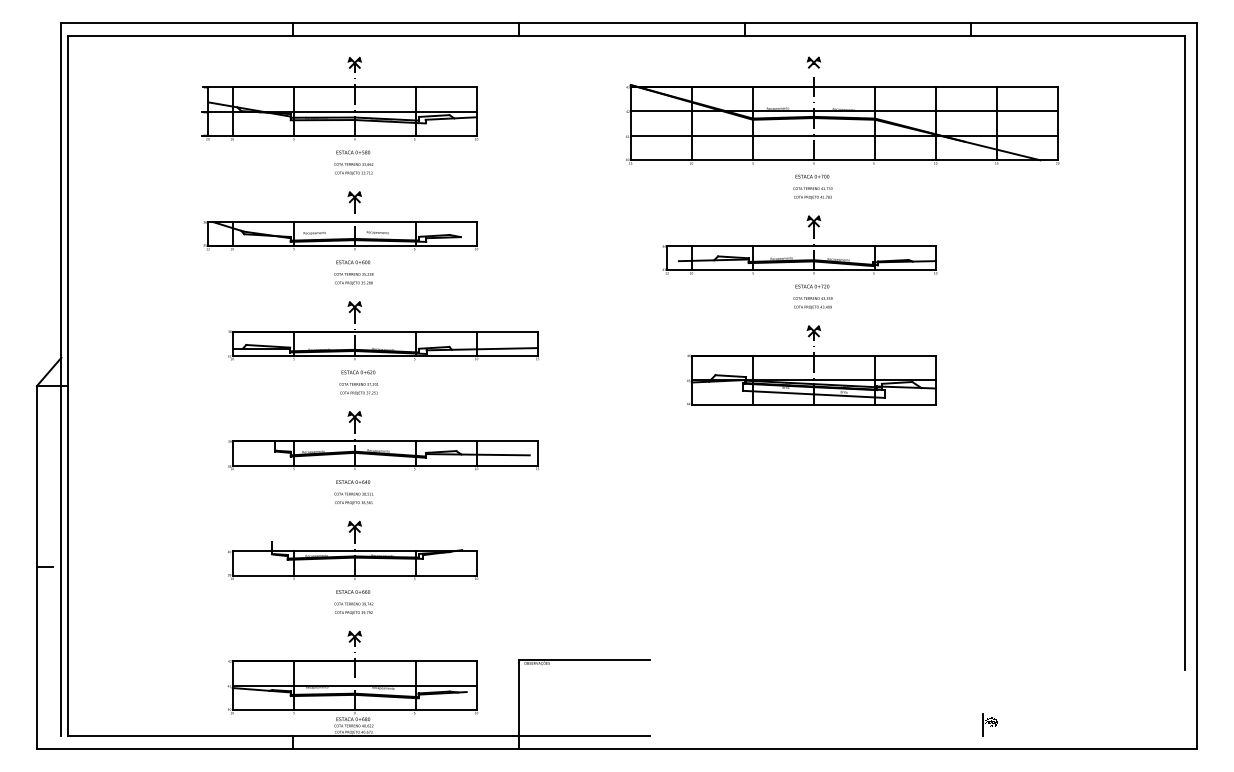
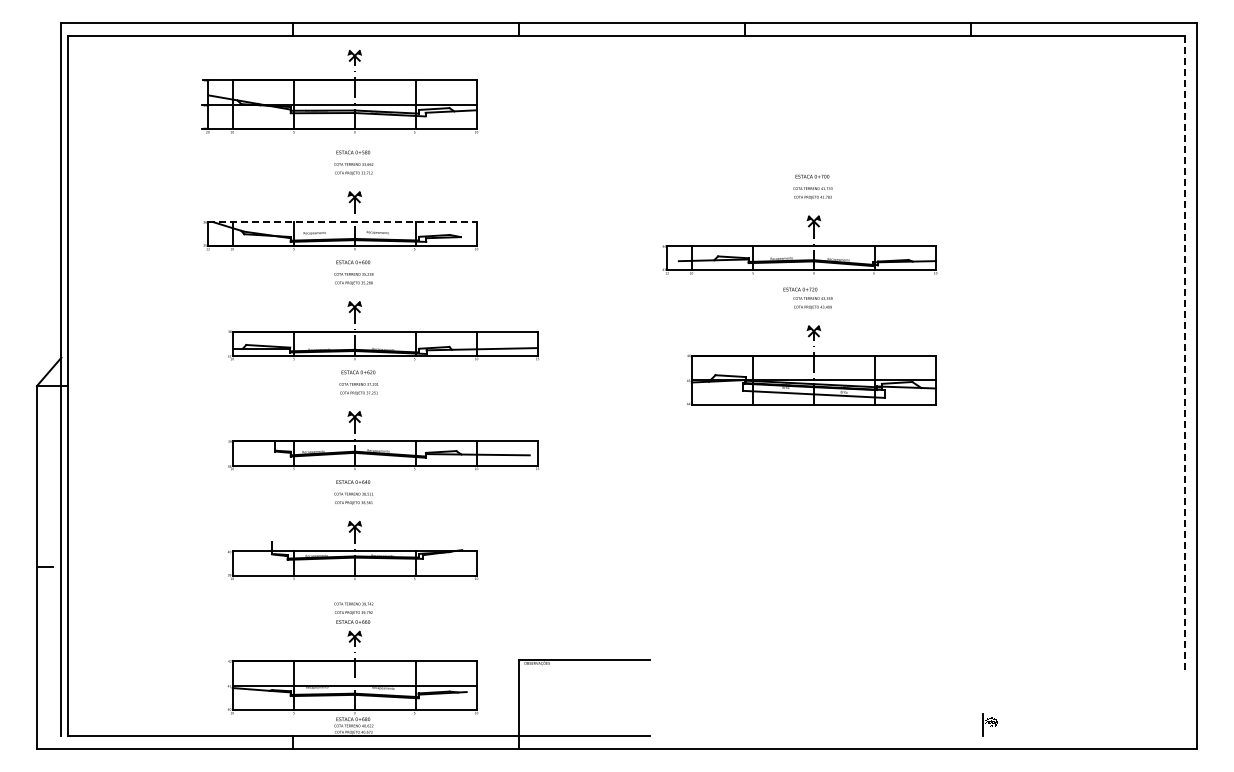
part at (339, 98) position: (339, 98) -> (339, 91)
part at (842, 110): present -> none
line at (343, 221): solid -> dashed
text at (812, 286) position: (812, 286) -> (800, 289)
line at (1184, 352): solid -> dashed
text at (353, 591) position: (353, 591) -> (353, 621)
